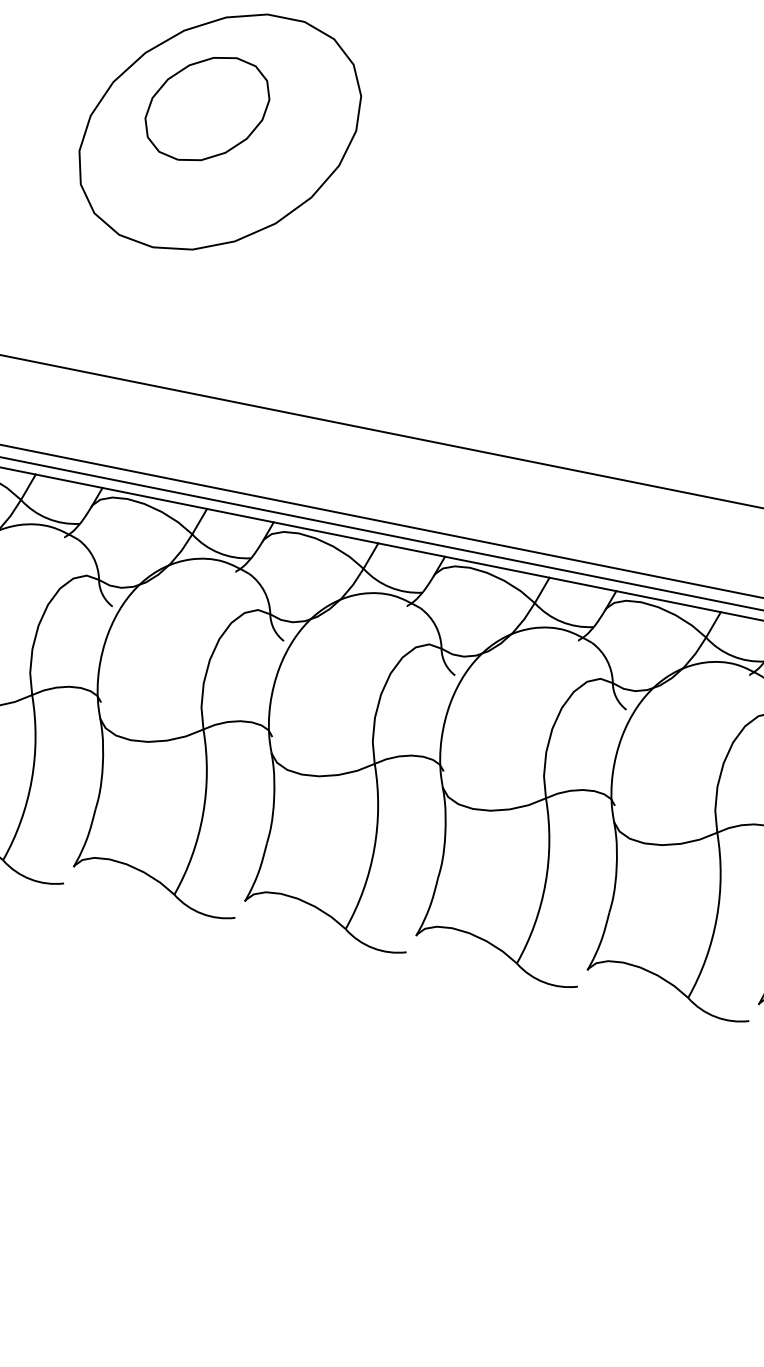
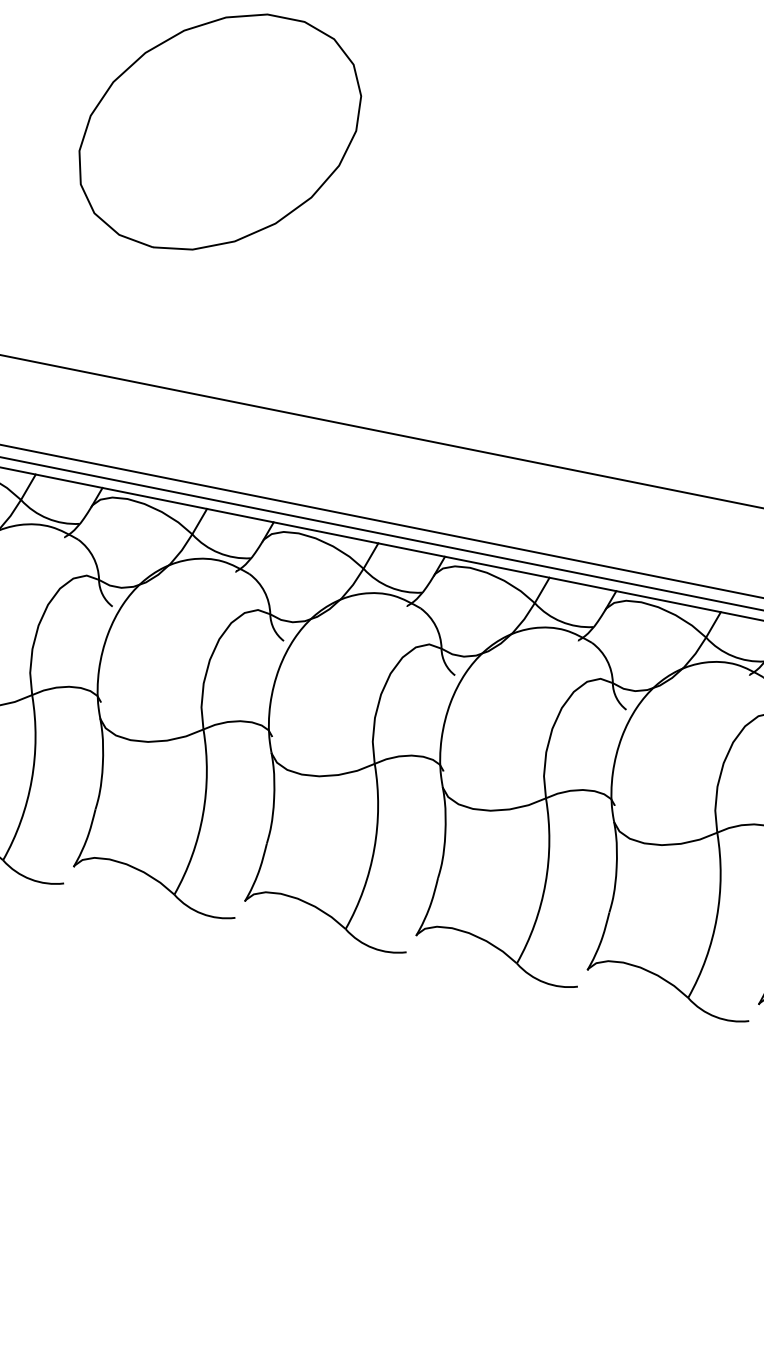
part at (207, 109): present -> none
